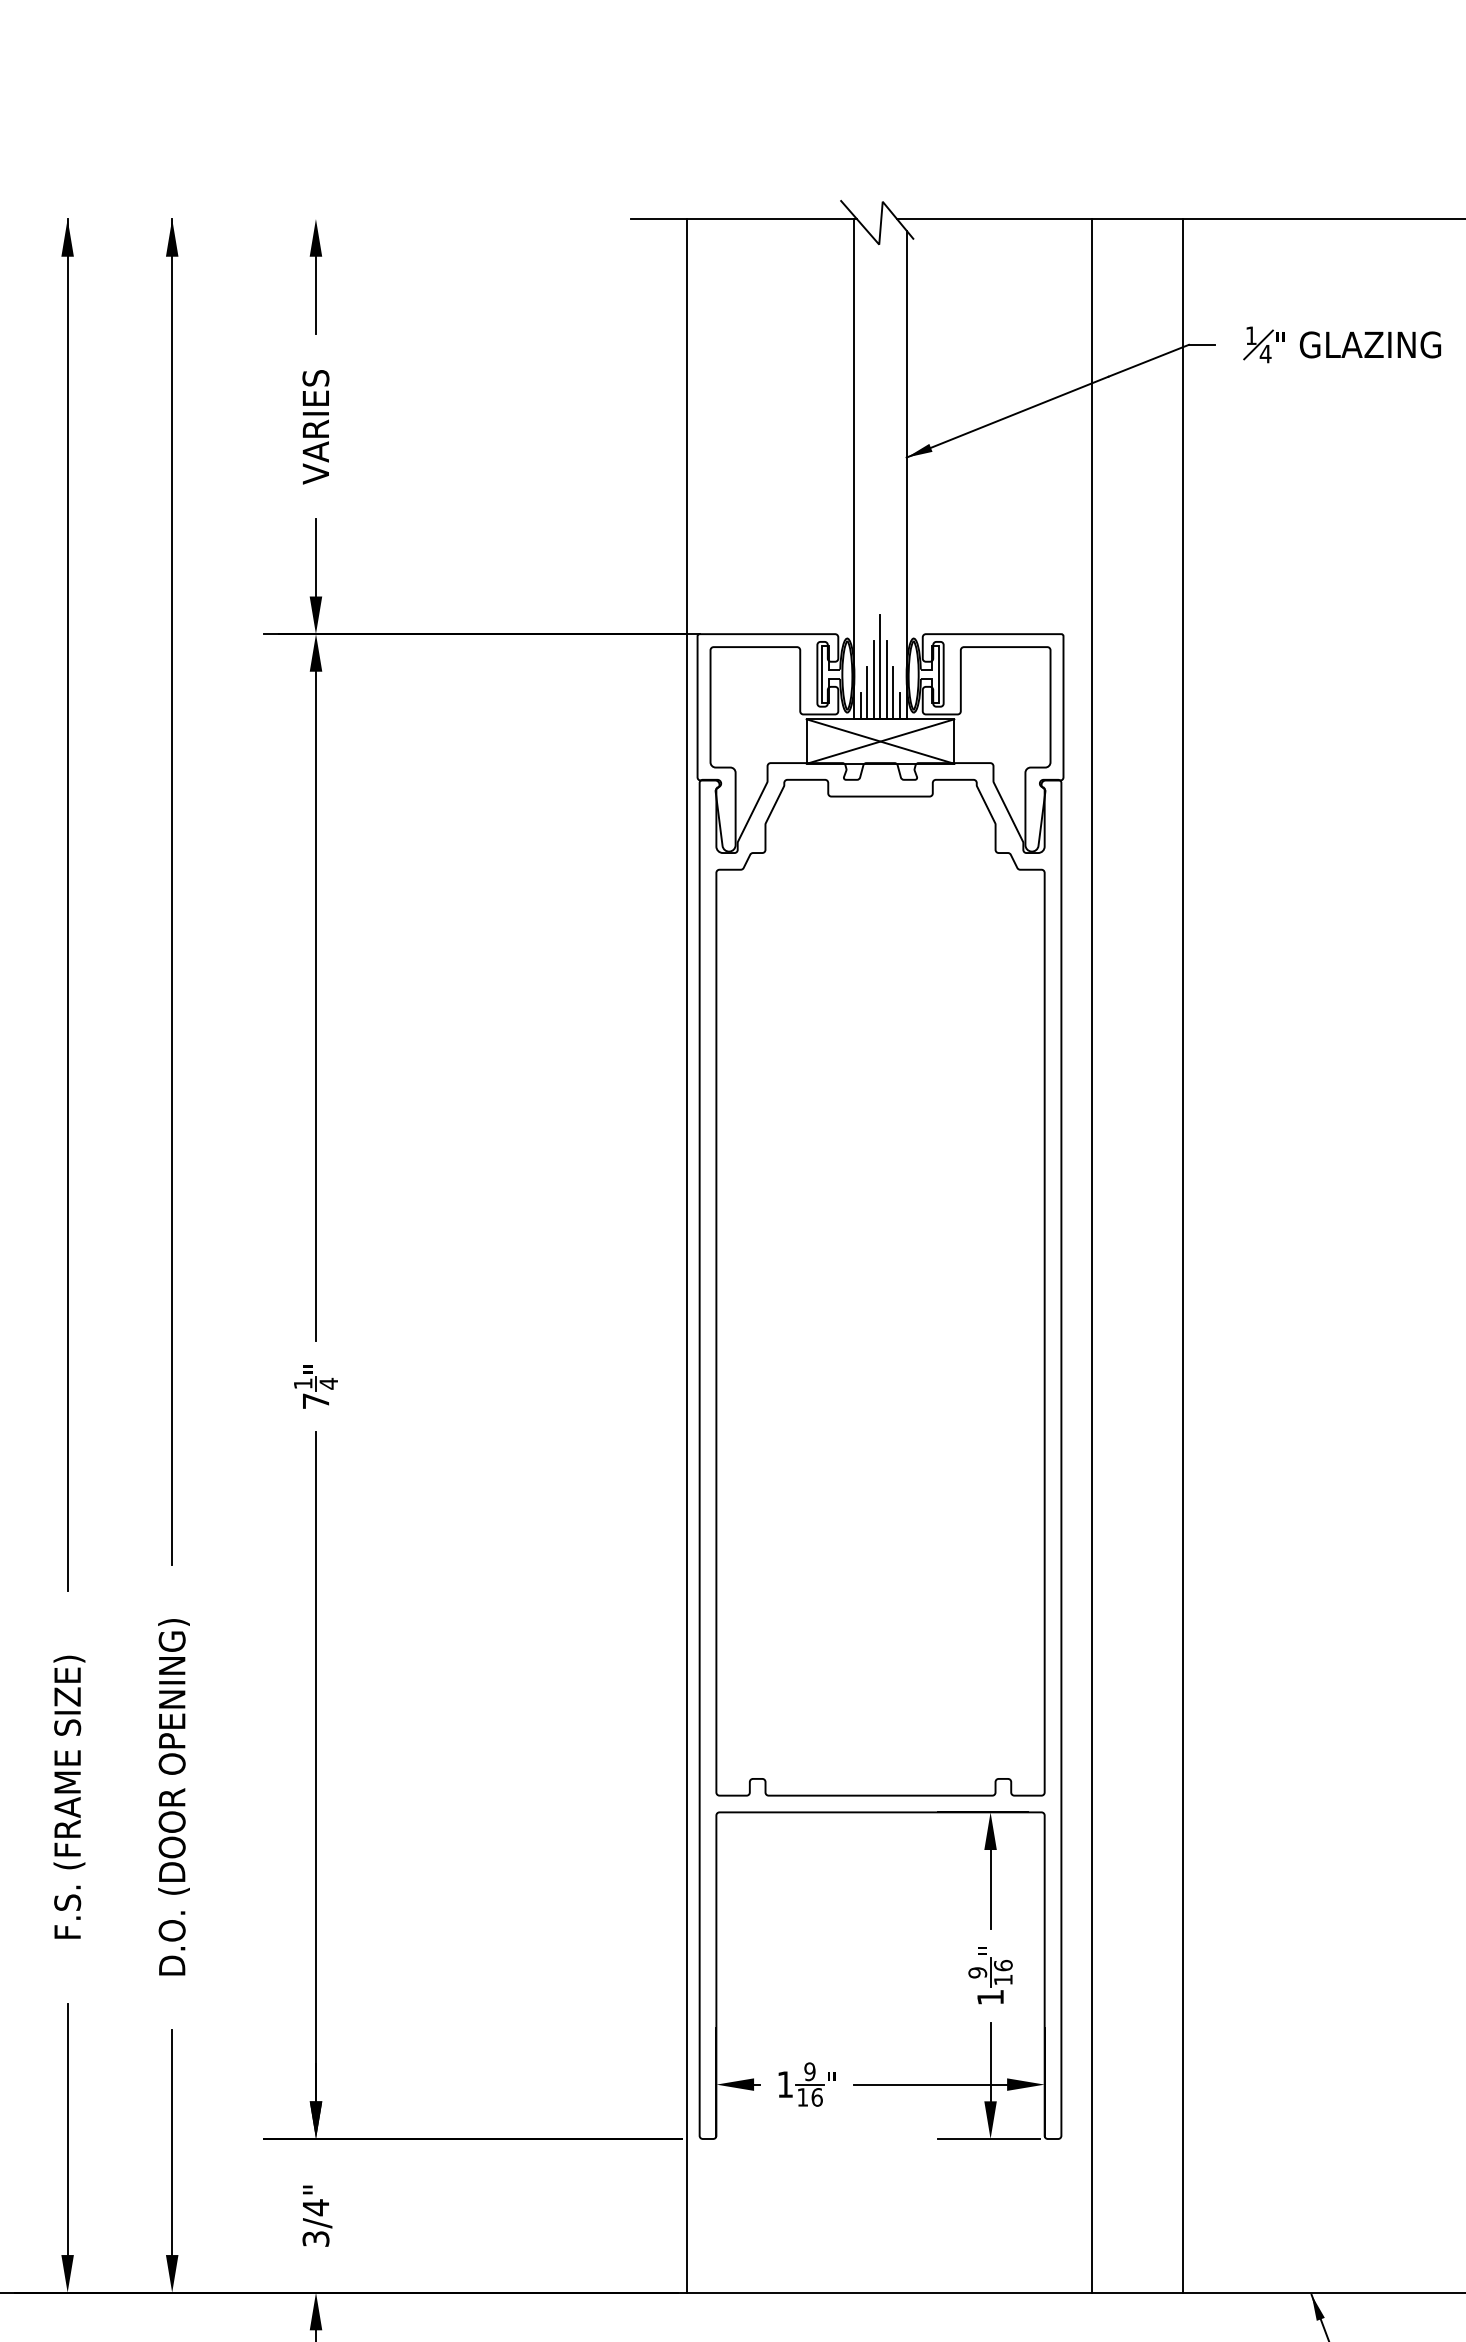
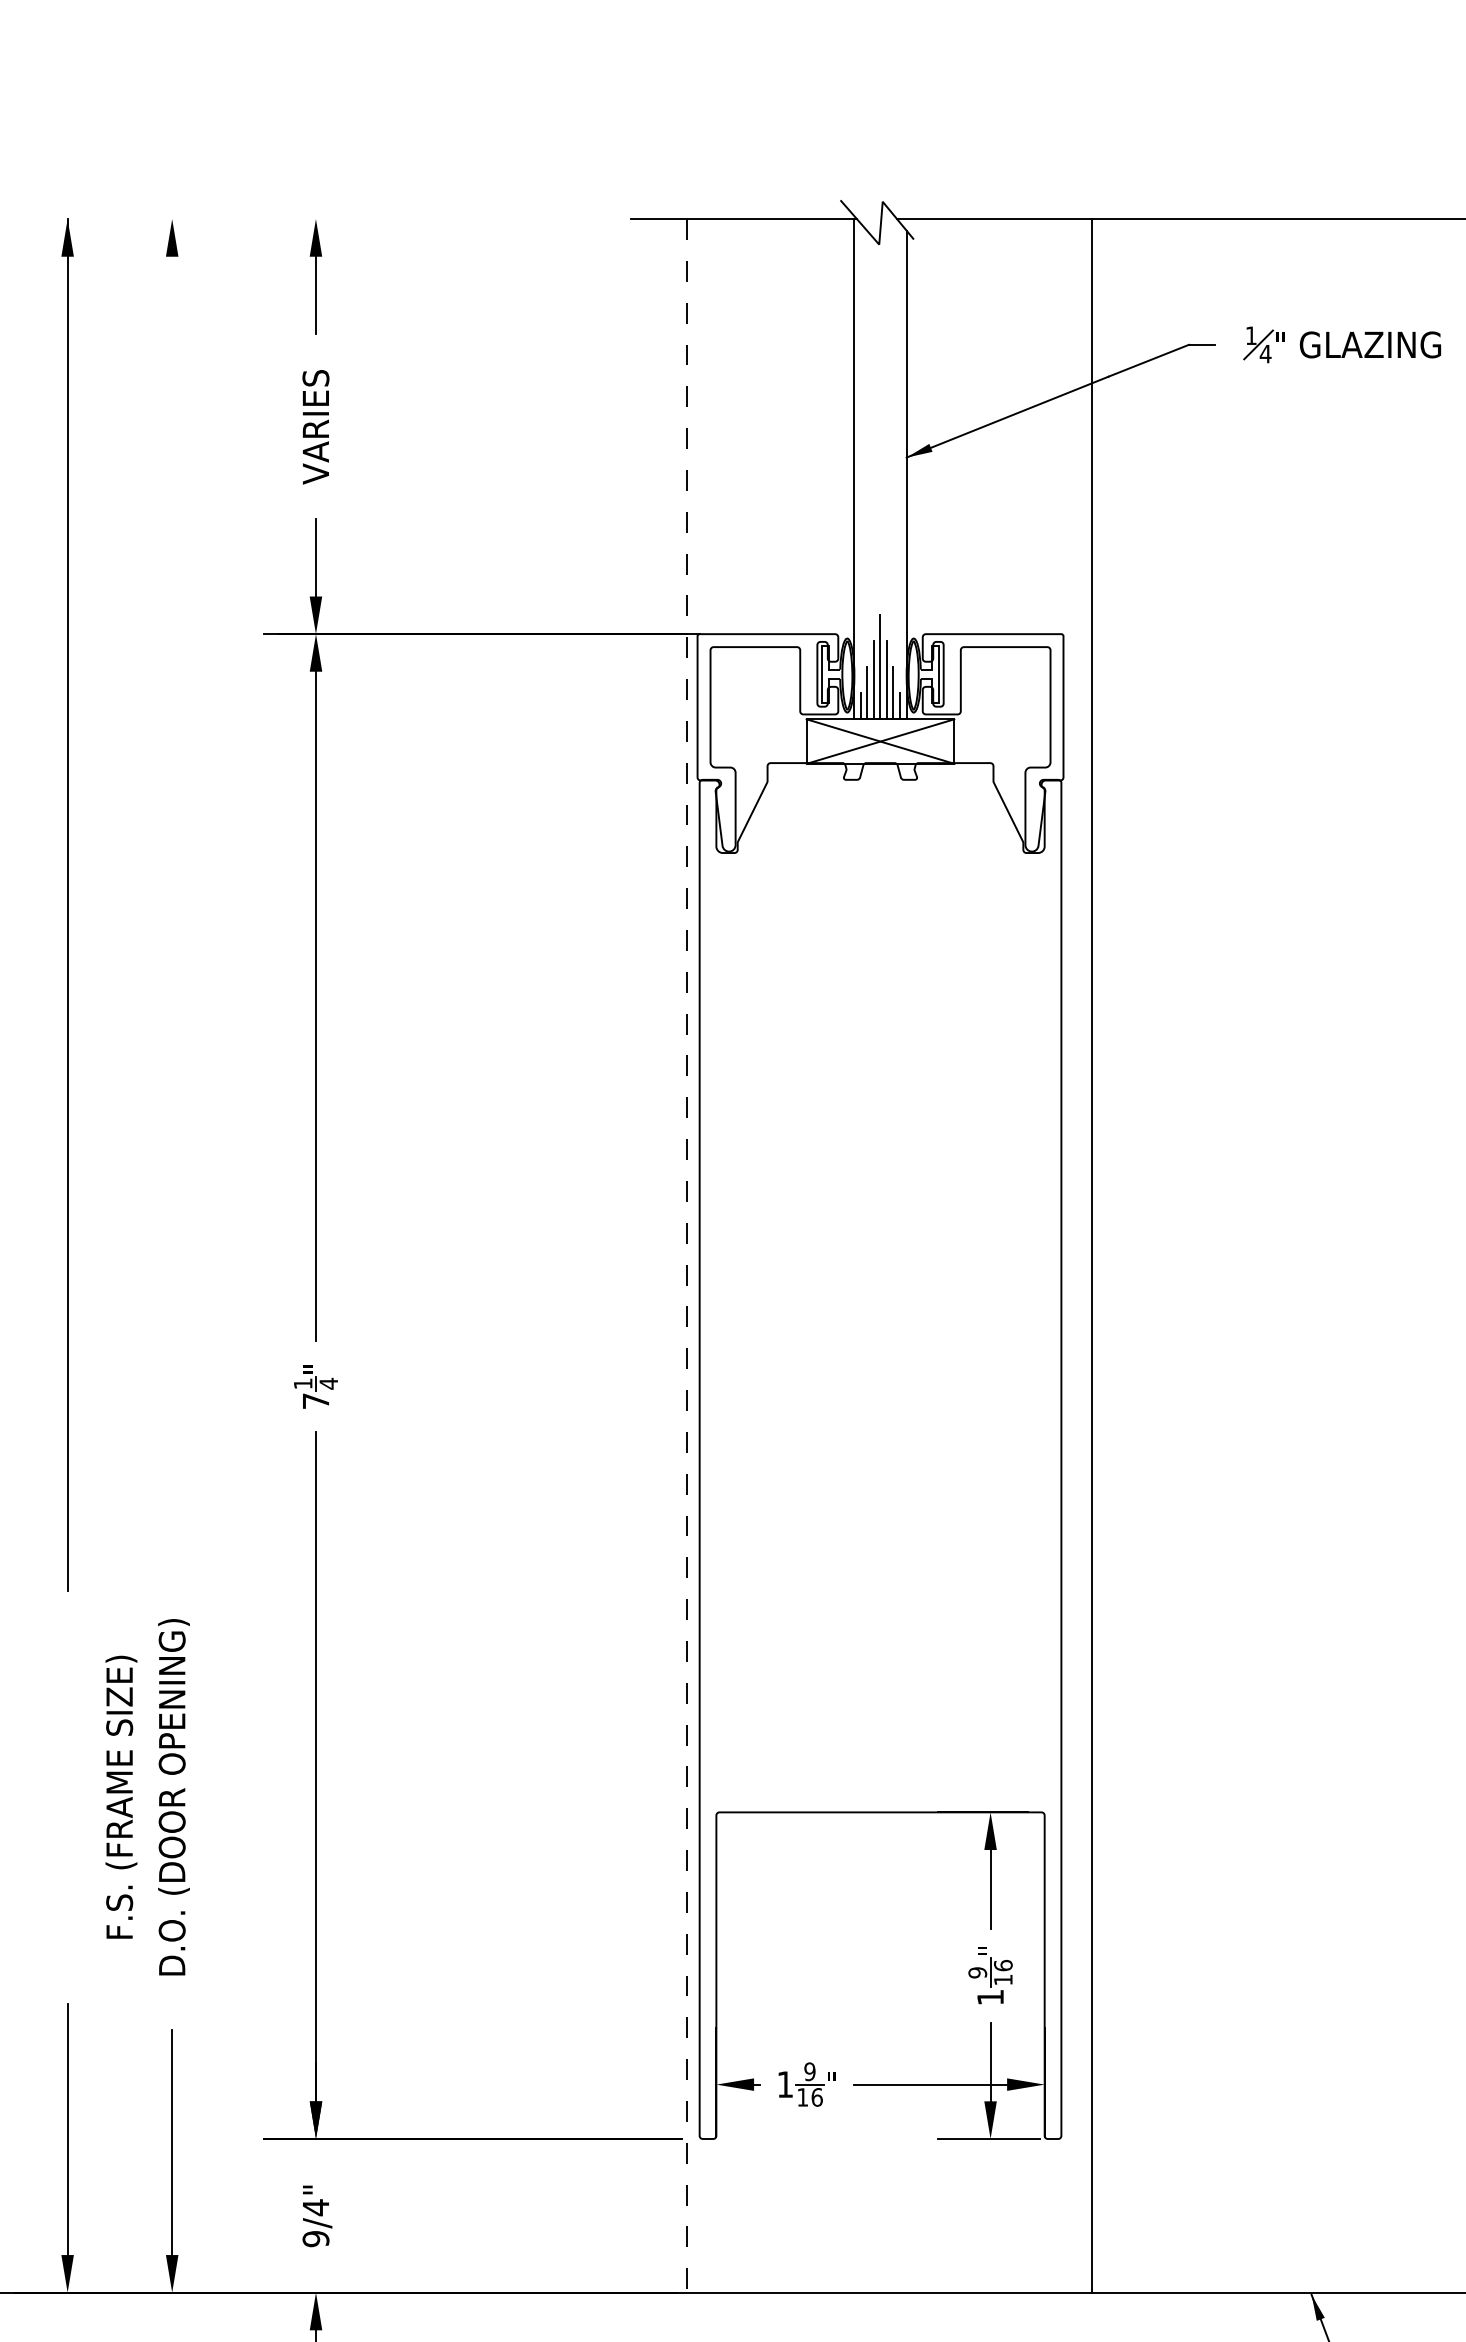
line at (172, 892): present -> none
line at (686, 1255): solid -> dashed
line at (1183, 1255): present -> none
part at (880, 1287): present -> none
text at (69, 1796) position: (69, 1796) -> (121, 1796)
text at (315, 2239): 3/4" -> 9/4"
